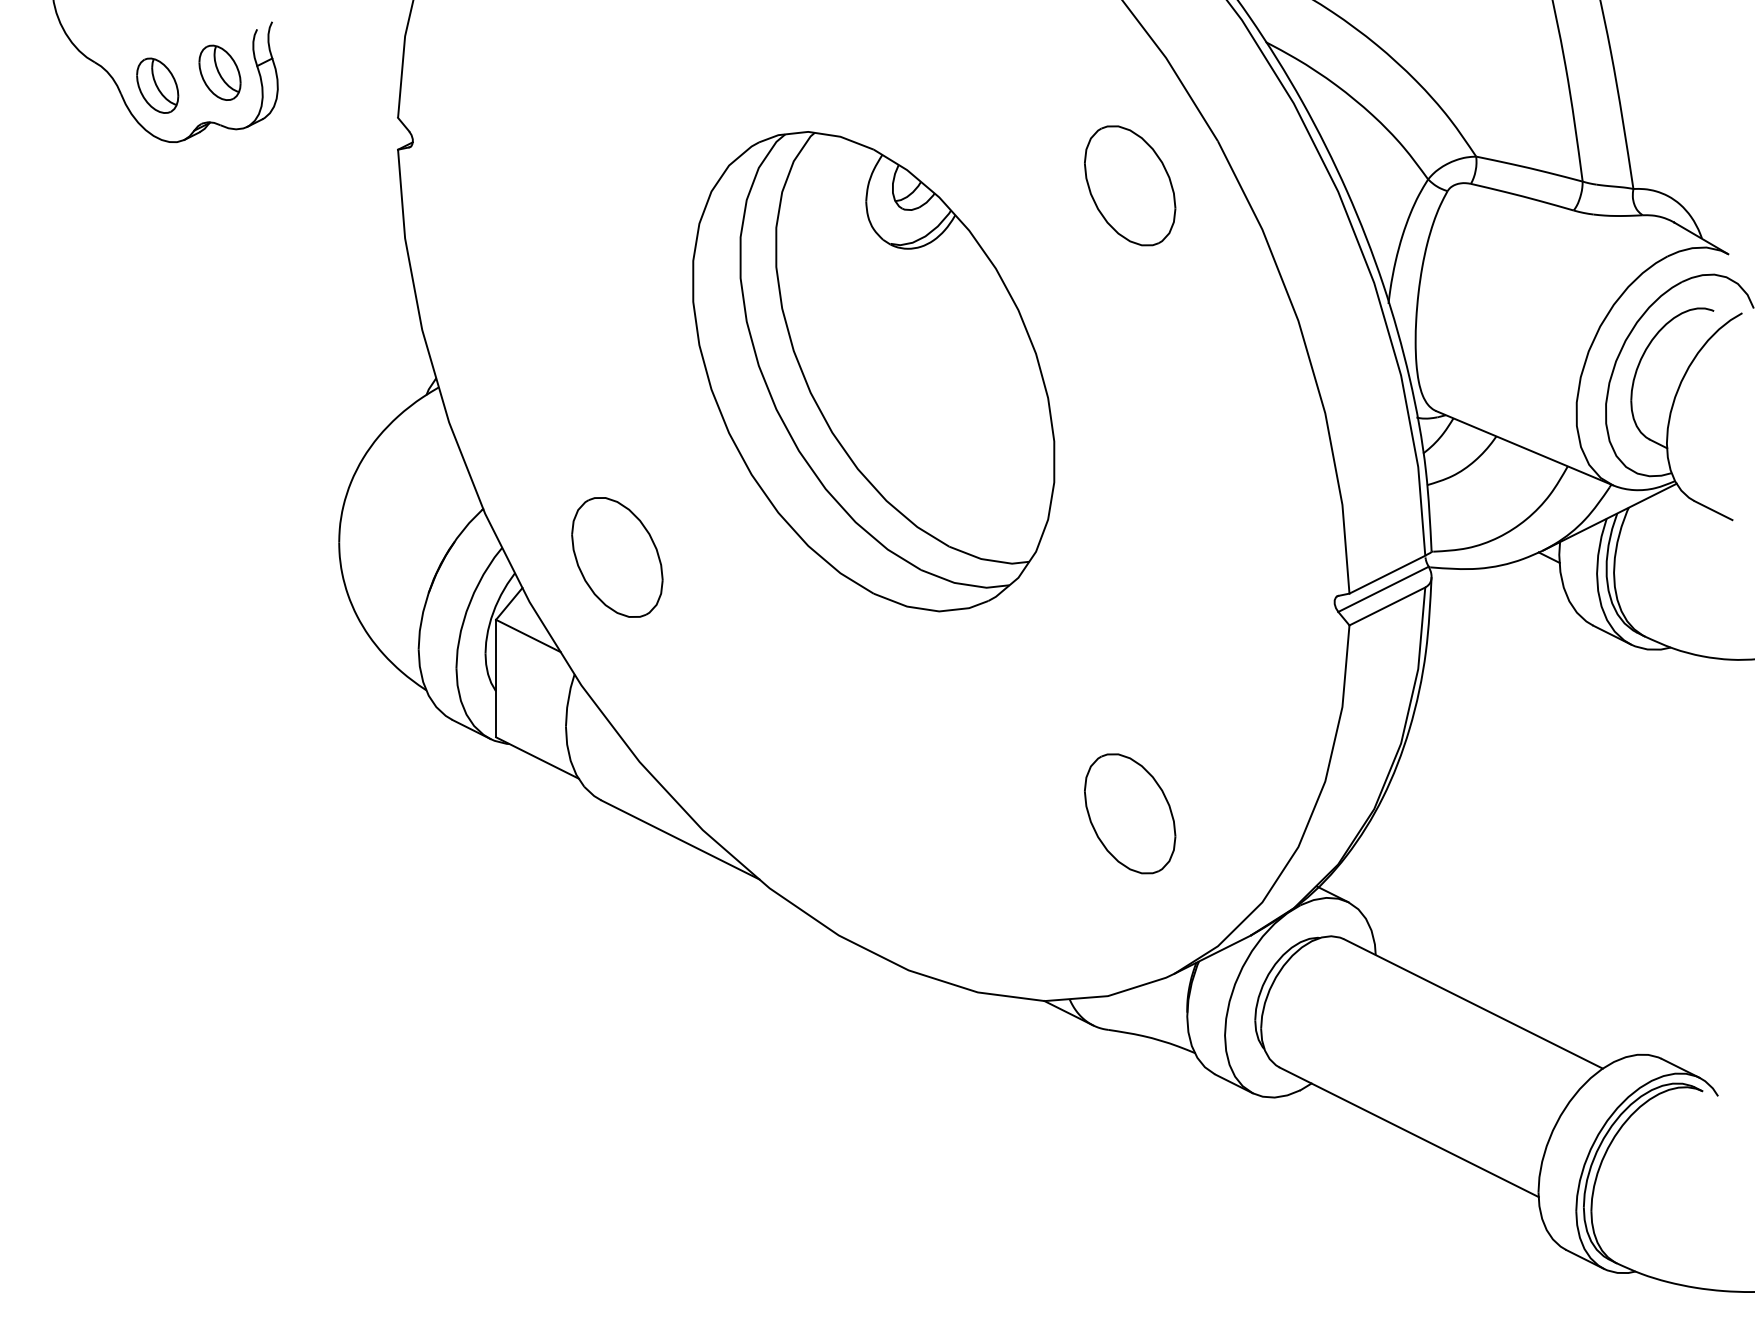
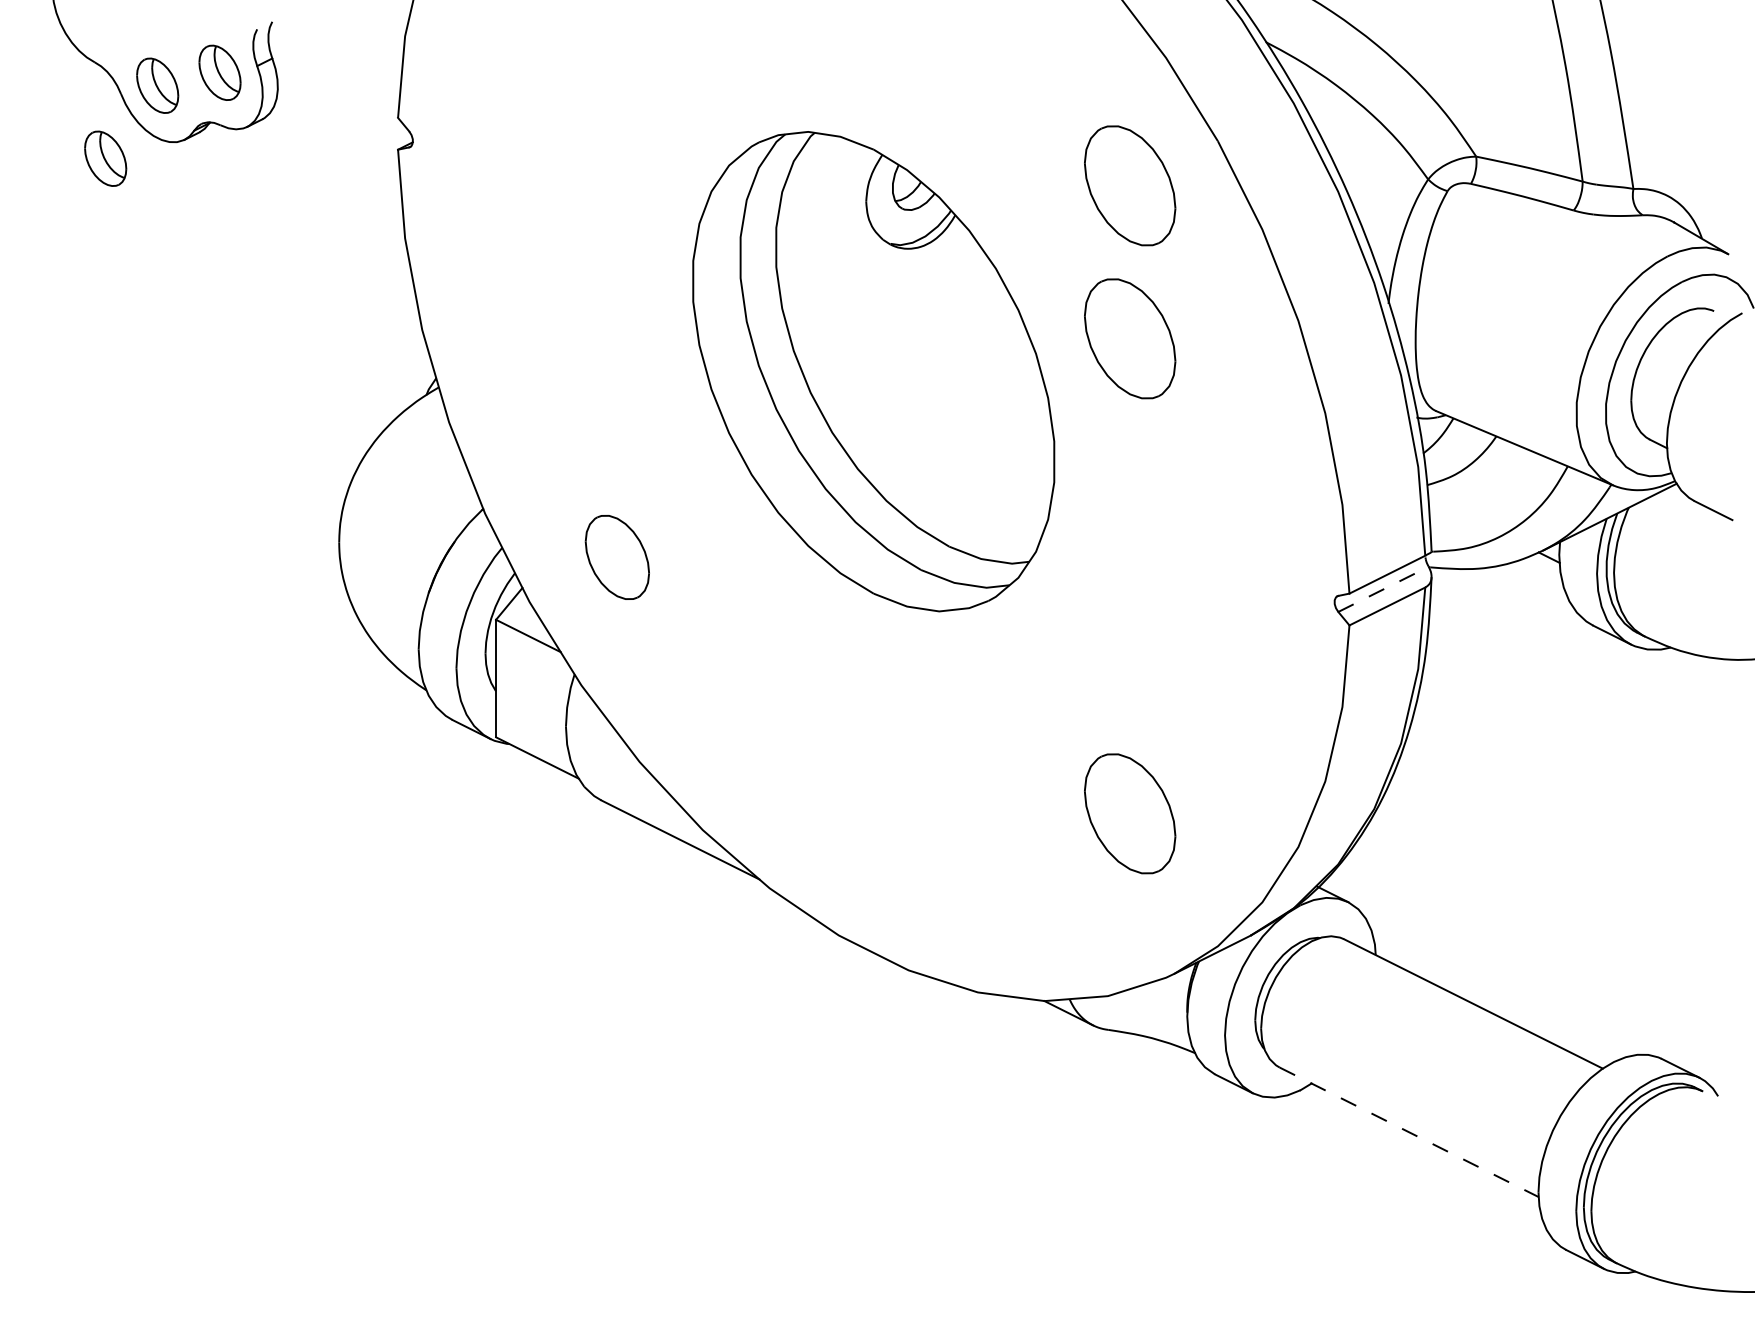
part at (105, 158): none -> present
part at (1130, 338): none -> present
part at (617, 557) size: 93x121 px -> 66x85 px
line at (1383, 589): solid -> dashed
line at (1409, 1132): solid -> dashed
